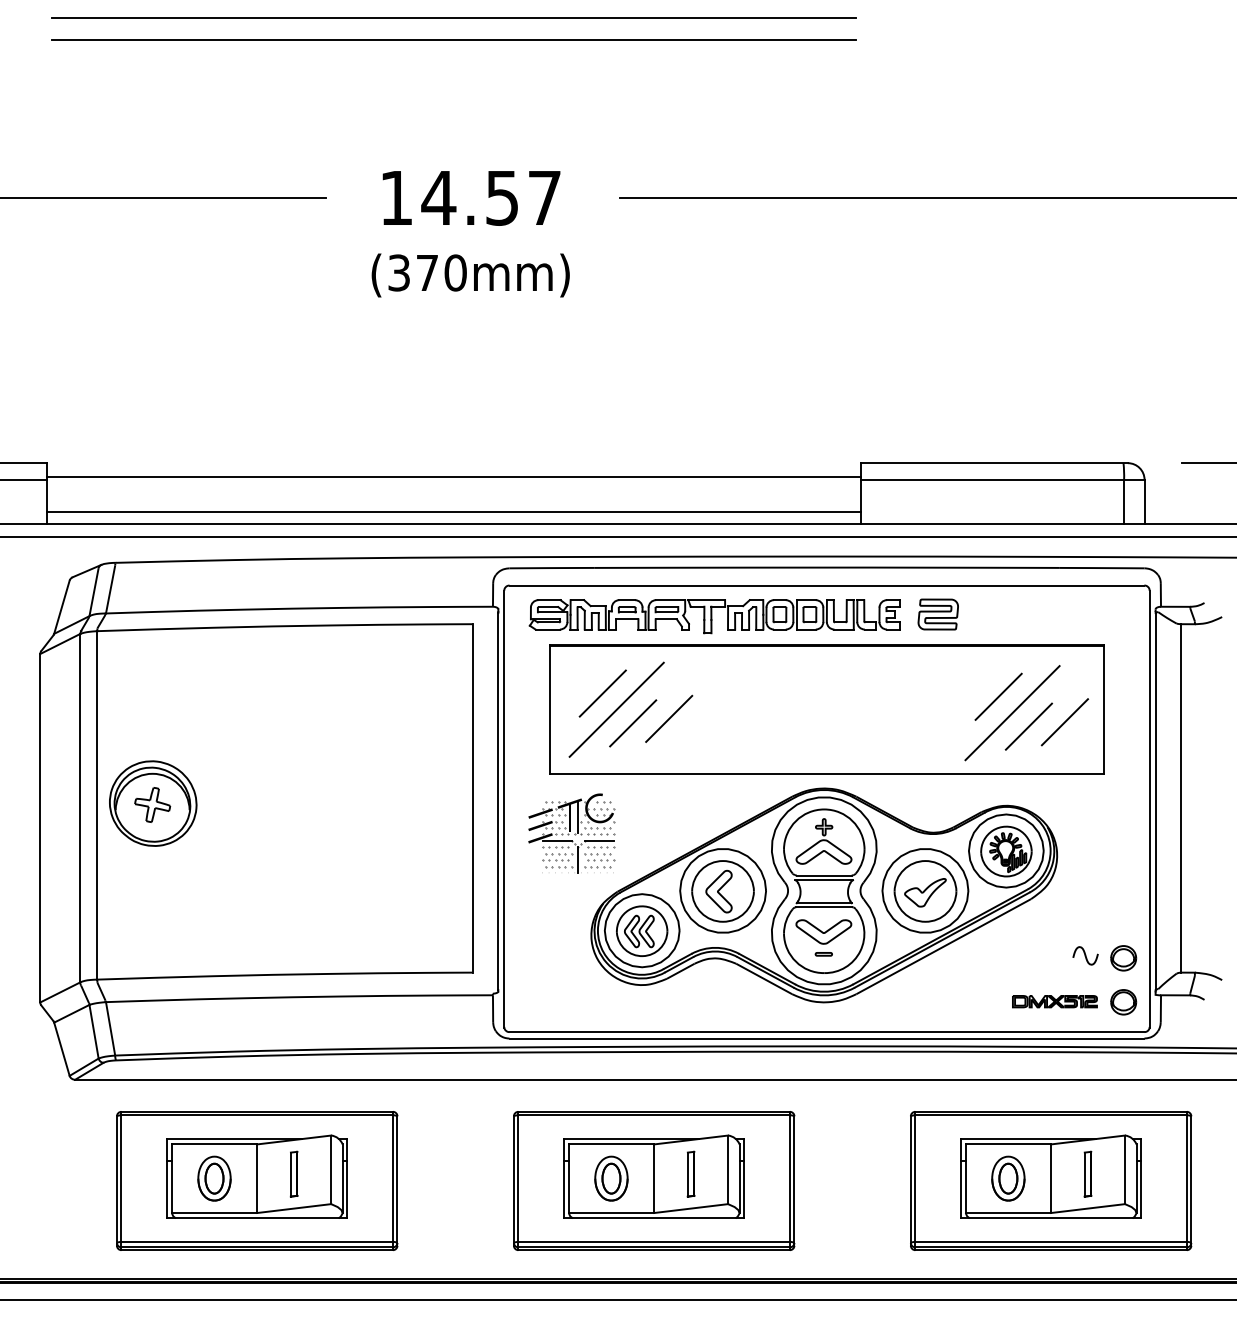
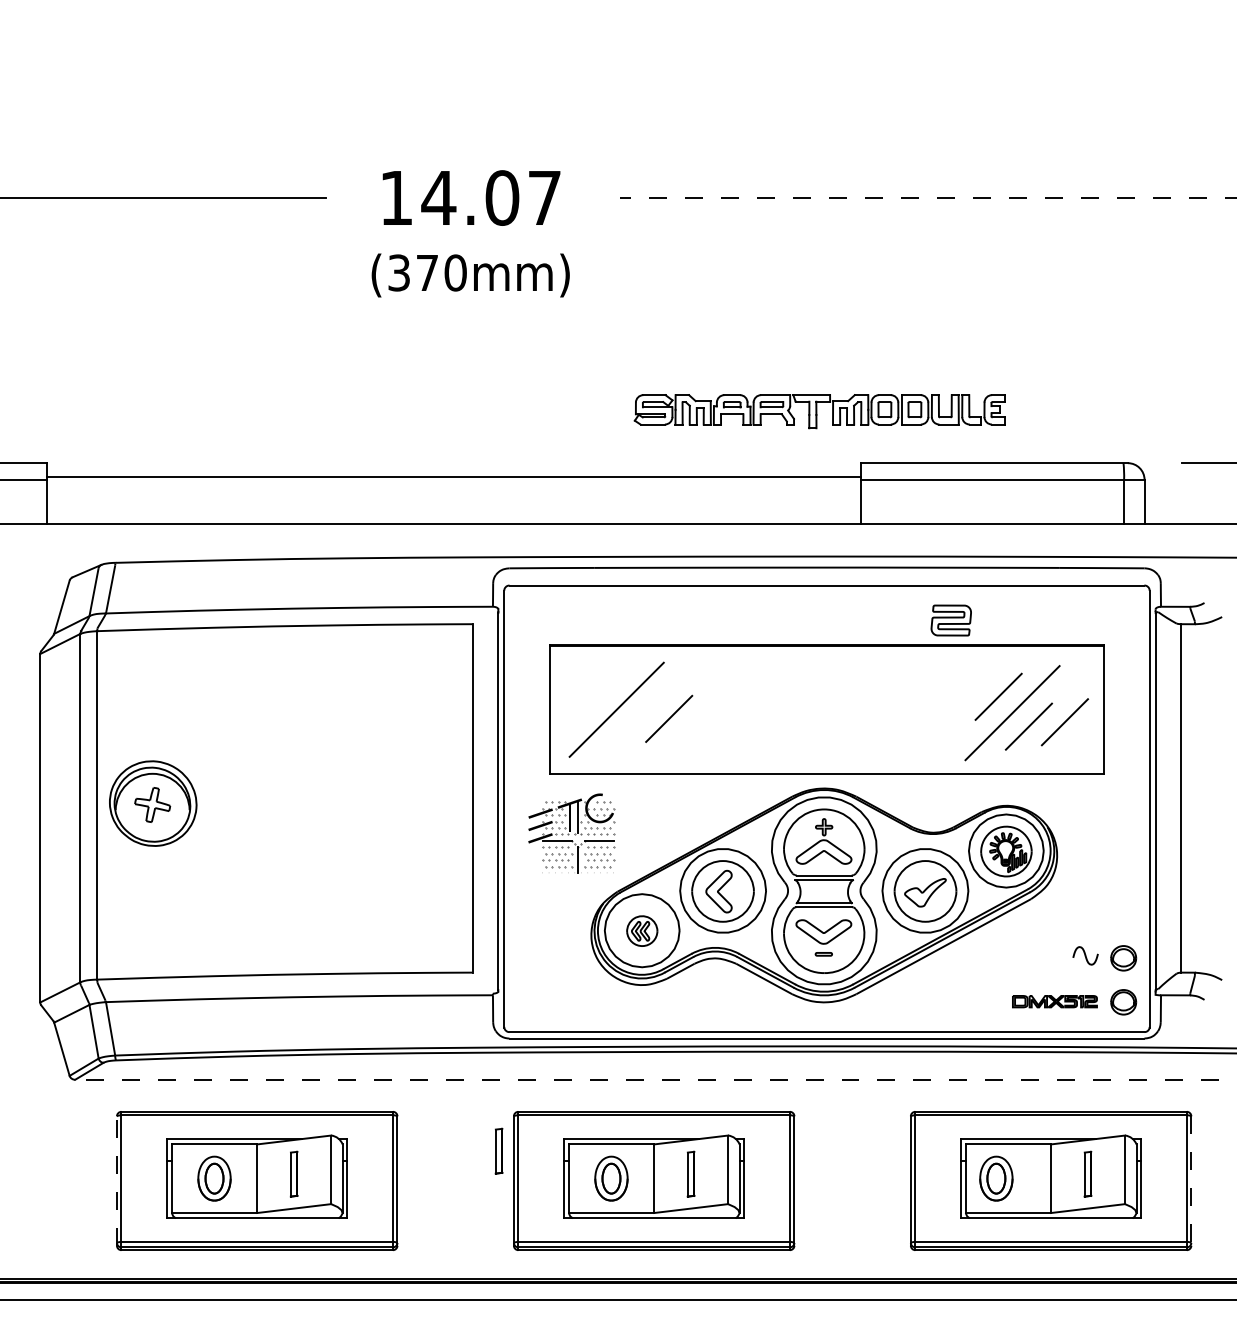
line at (454, 17): present -> none
line at (454, 40): present -> none
text at (502, 197): 14.57 -> 14.07
line at (928, 198): solid -> dashed
line at (454, 512): present -> none
line at (617, 537): present -> none
part at (937, 614) position: (937, 614) -> (950, 620)
part at (714, 616) position: (714, 616) -> (819, 411)
line at (602, 693): present -> none
line at (633, 723): present -> none
part at (642, 930) size: 53x52 px -> 33x32 px
line at (656, 1079): solid -> dashed
part at (498, 1150): none -> present
part at (1008, 1178) position: (1008, 1178) -> (996, 1178)
line at (116, 1181): solid -> dashed
line at (1191, 1181): solid -> dashed
